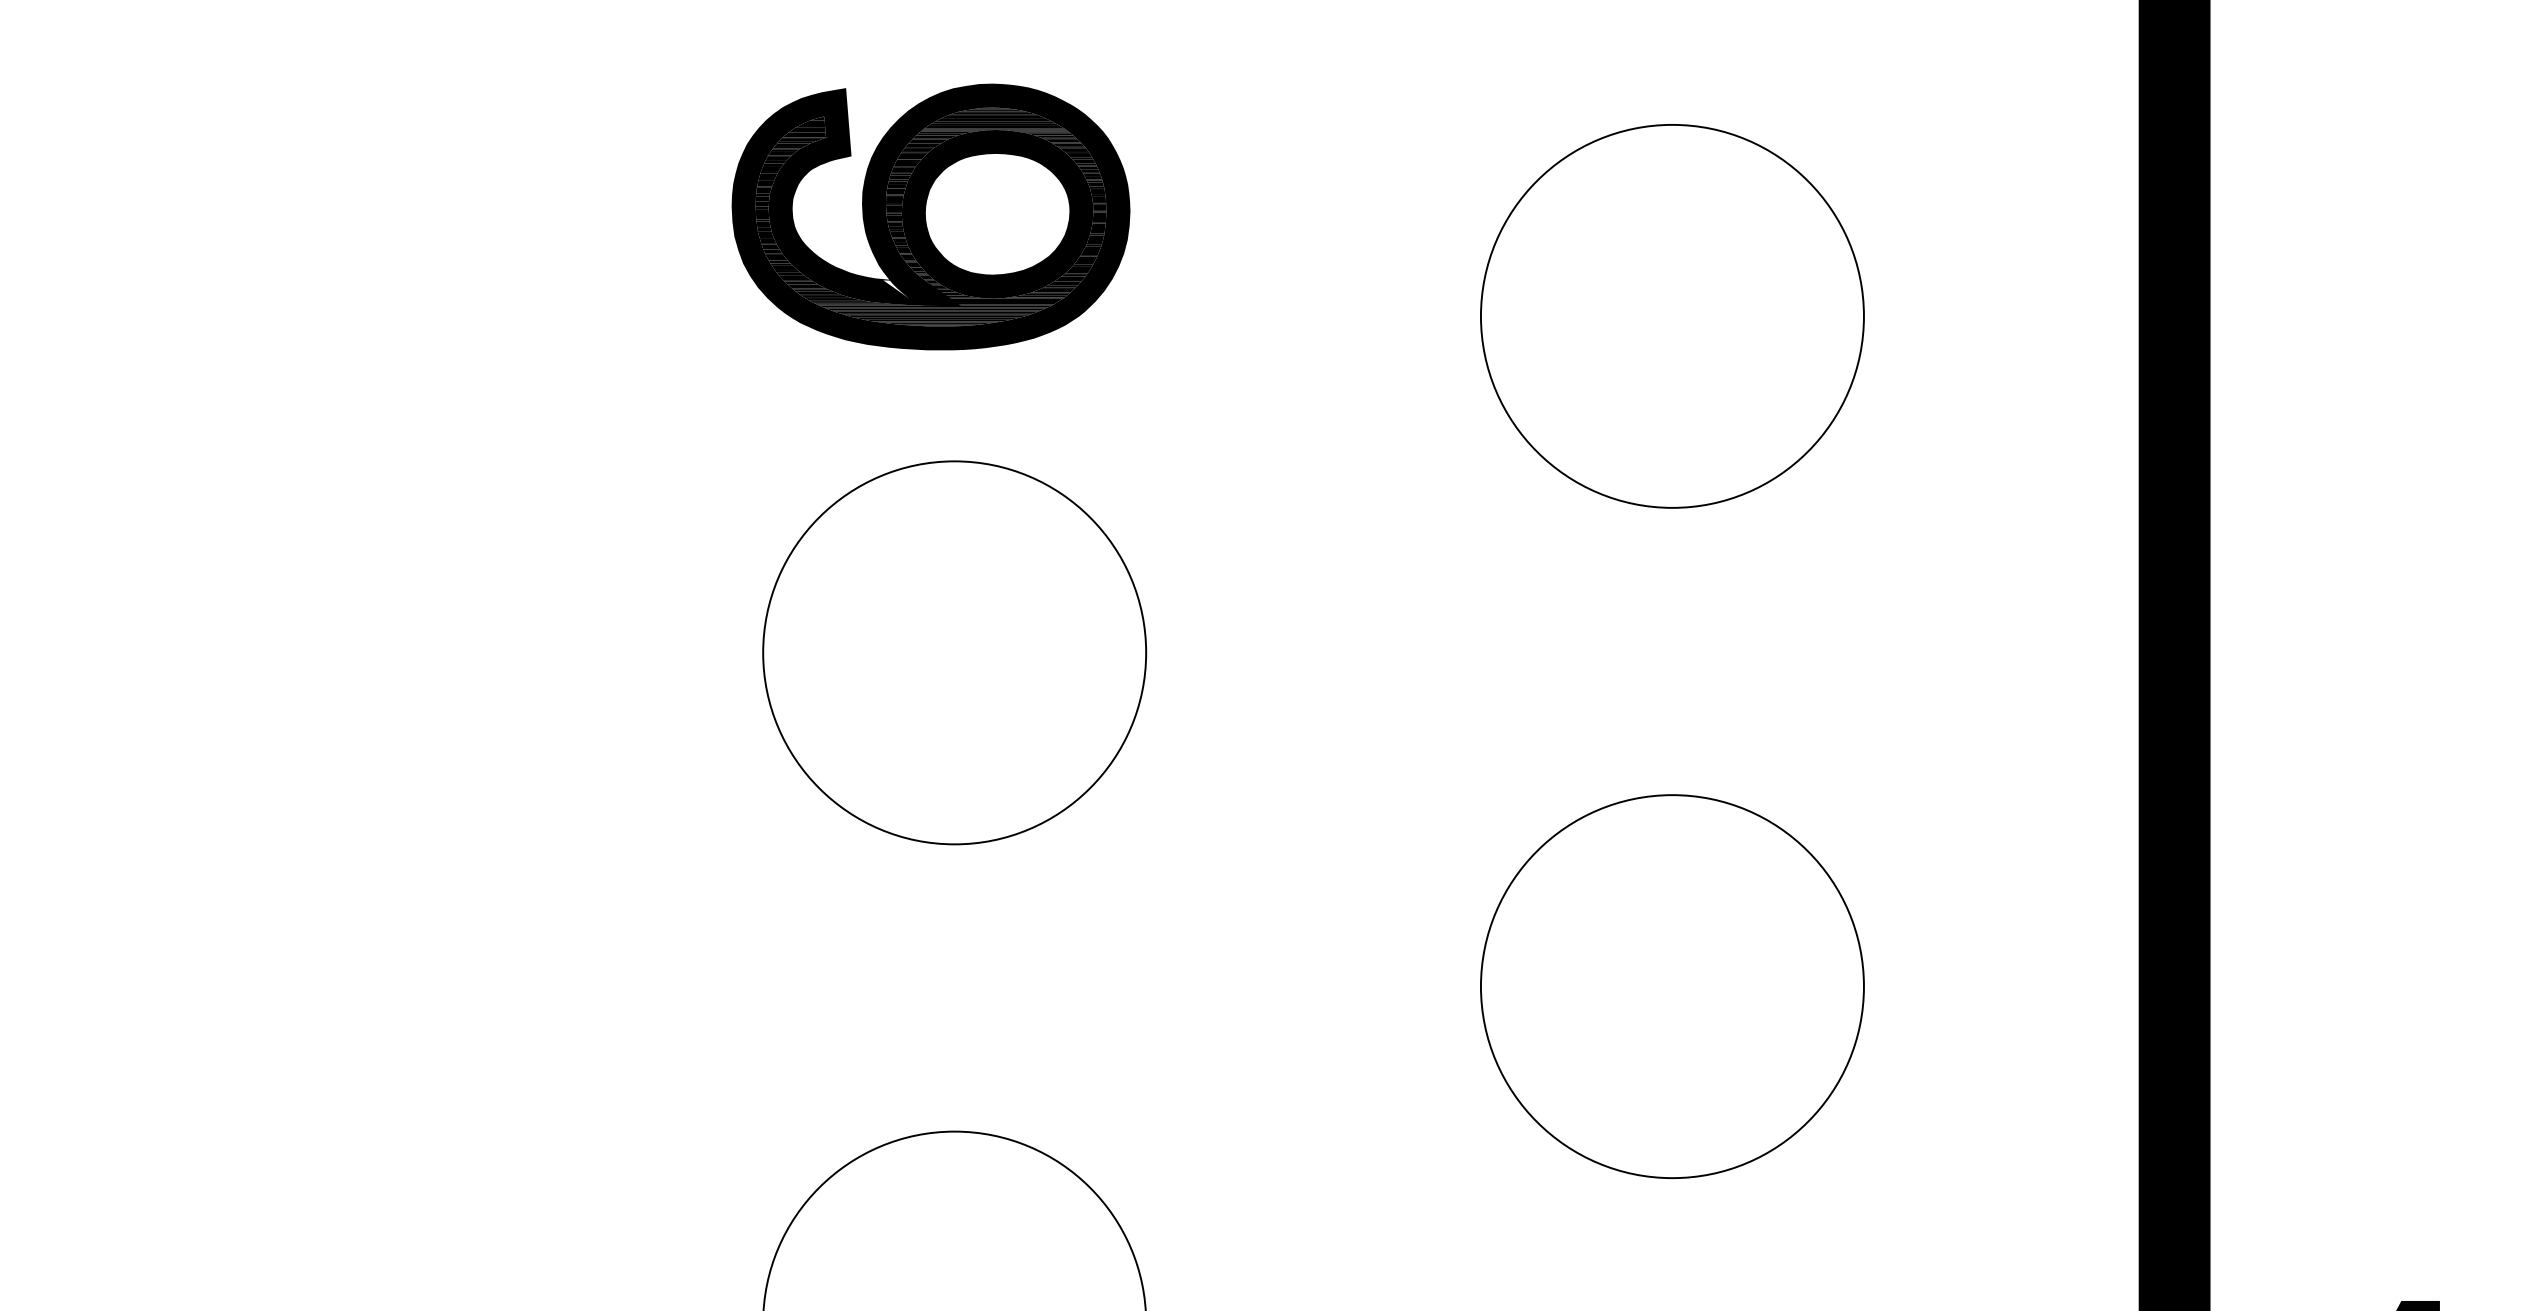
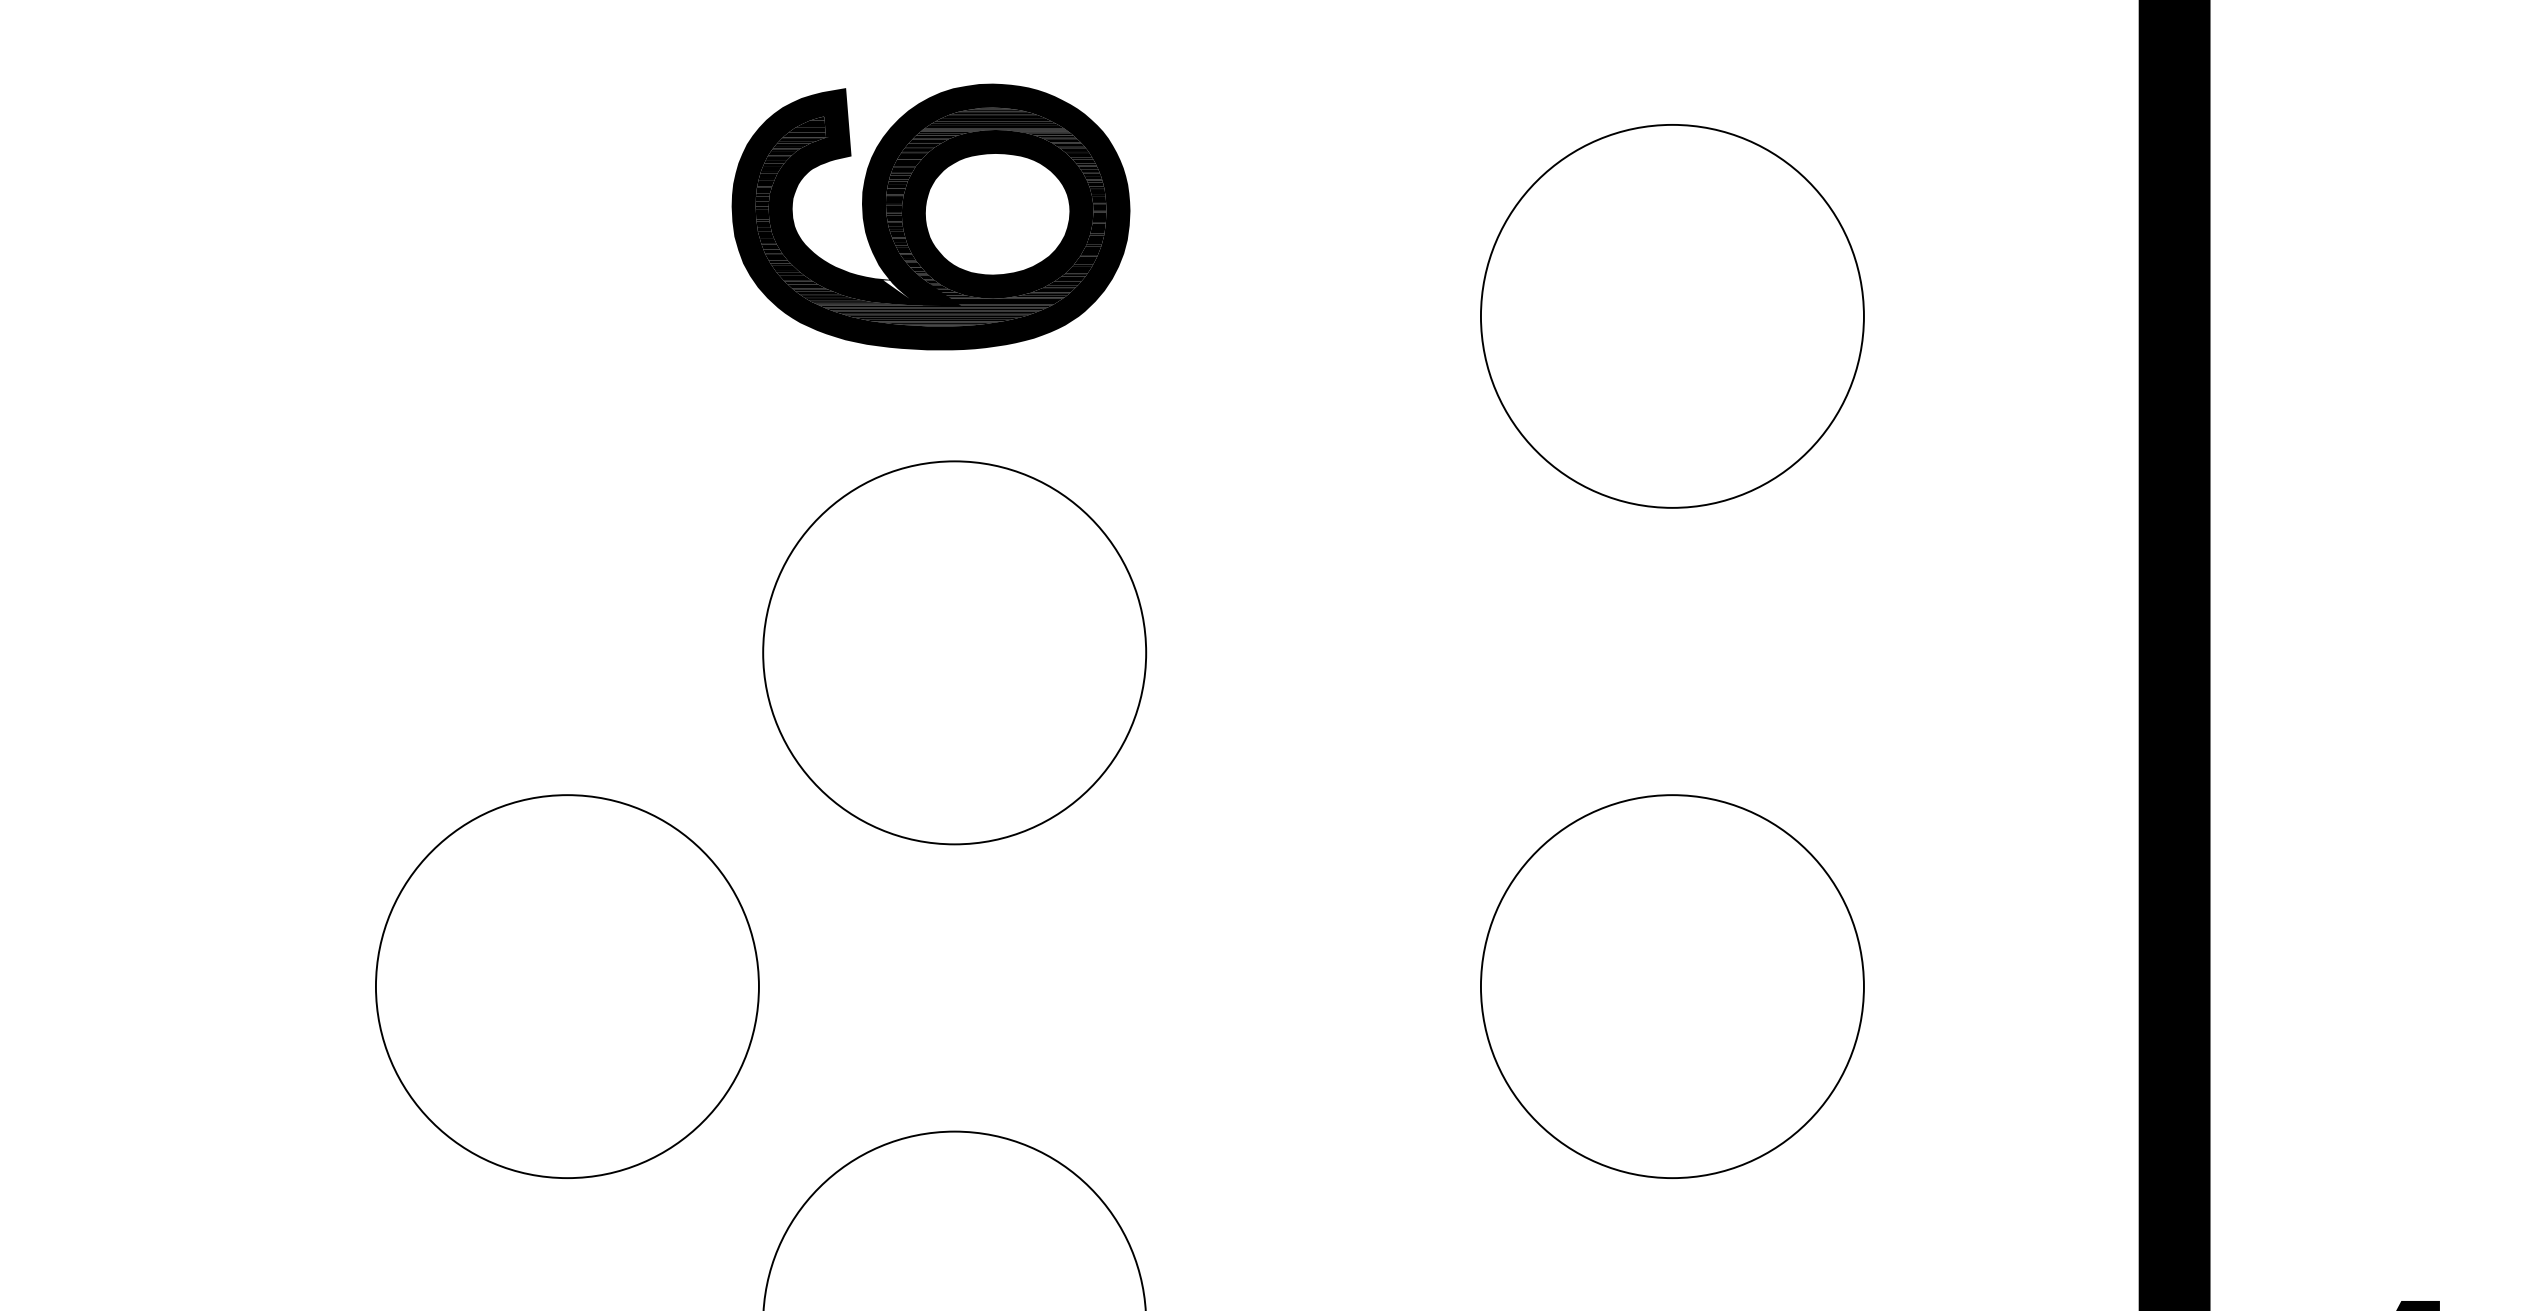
part at (567, 986): none -> present
